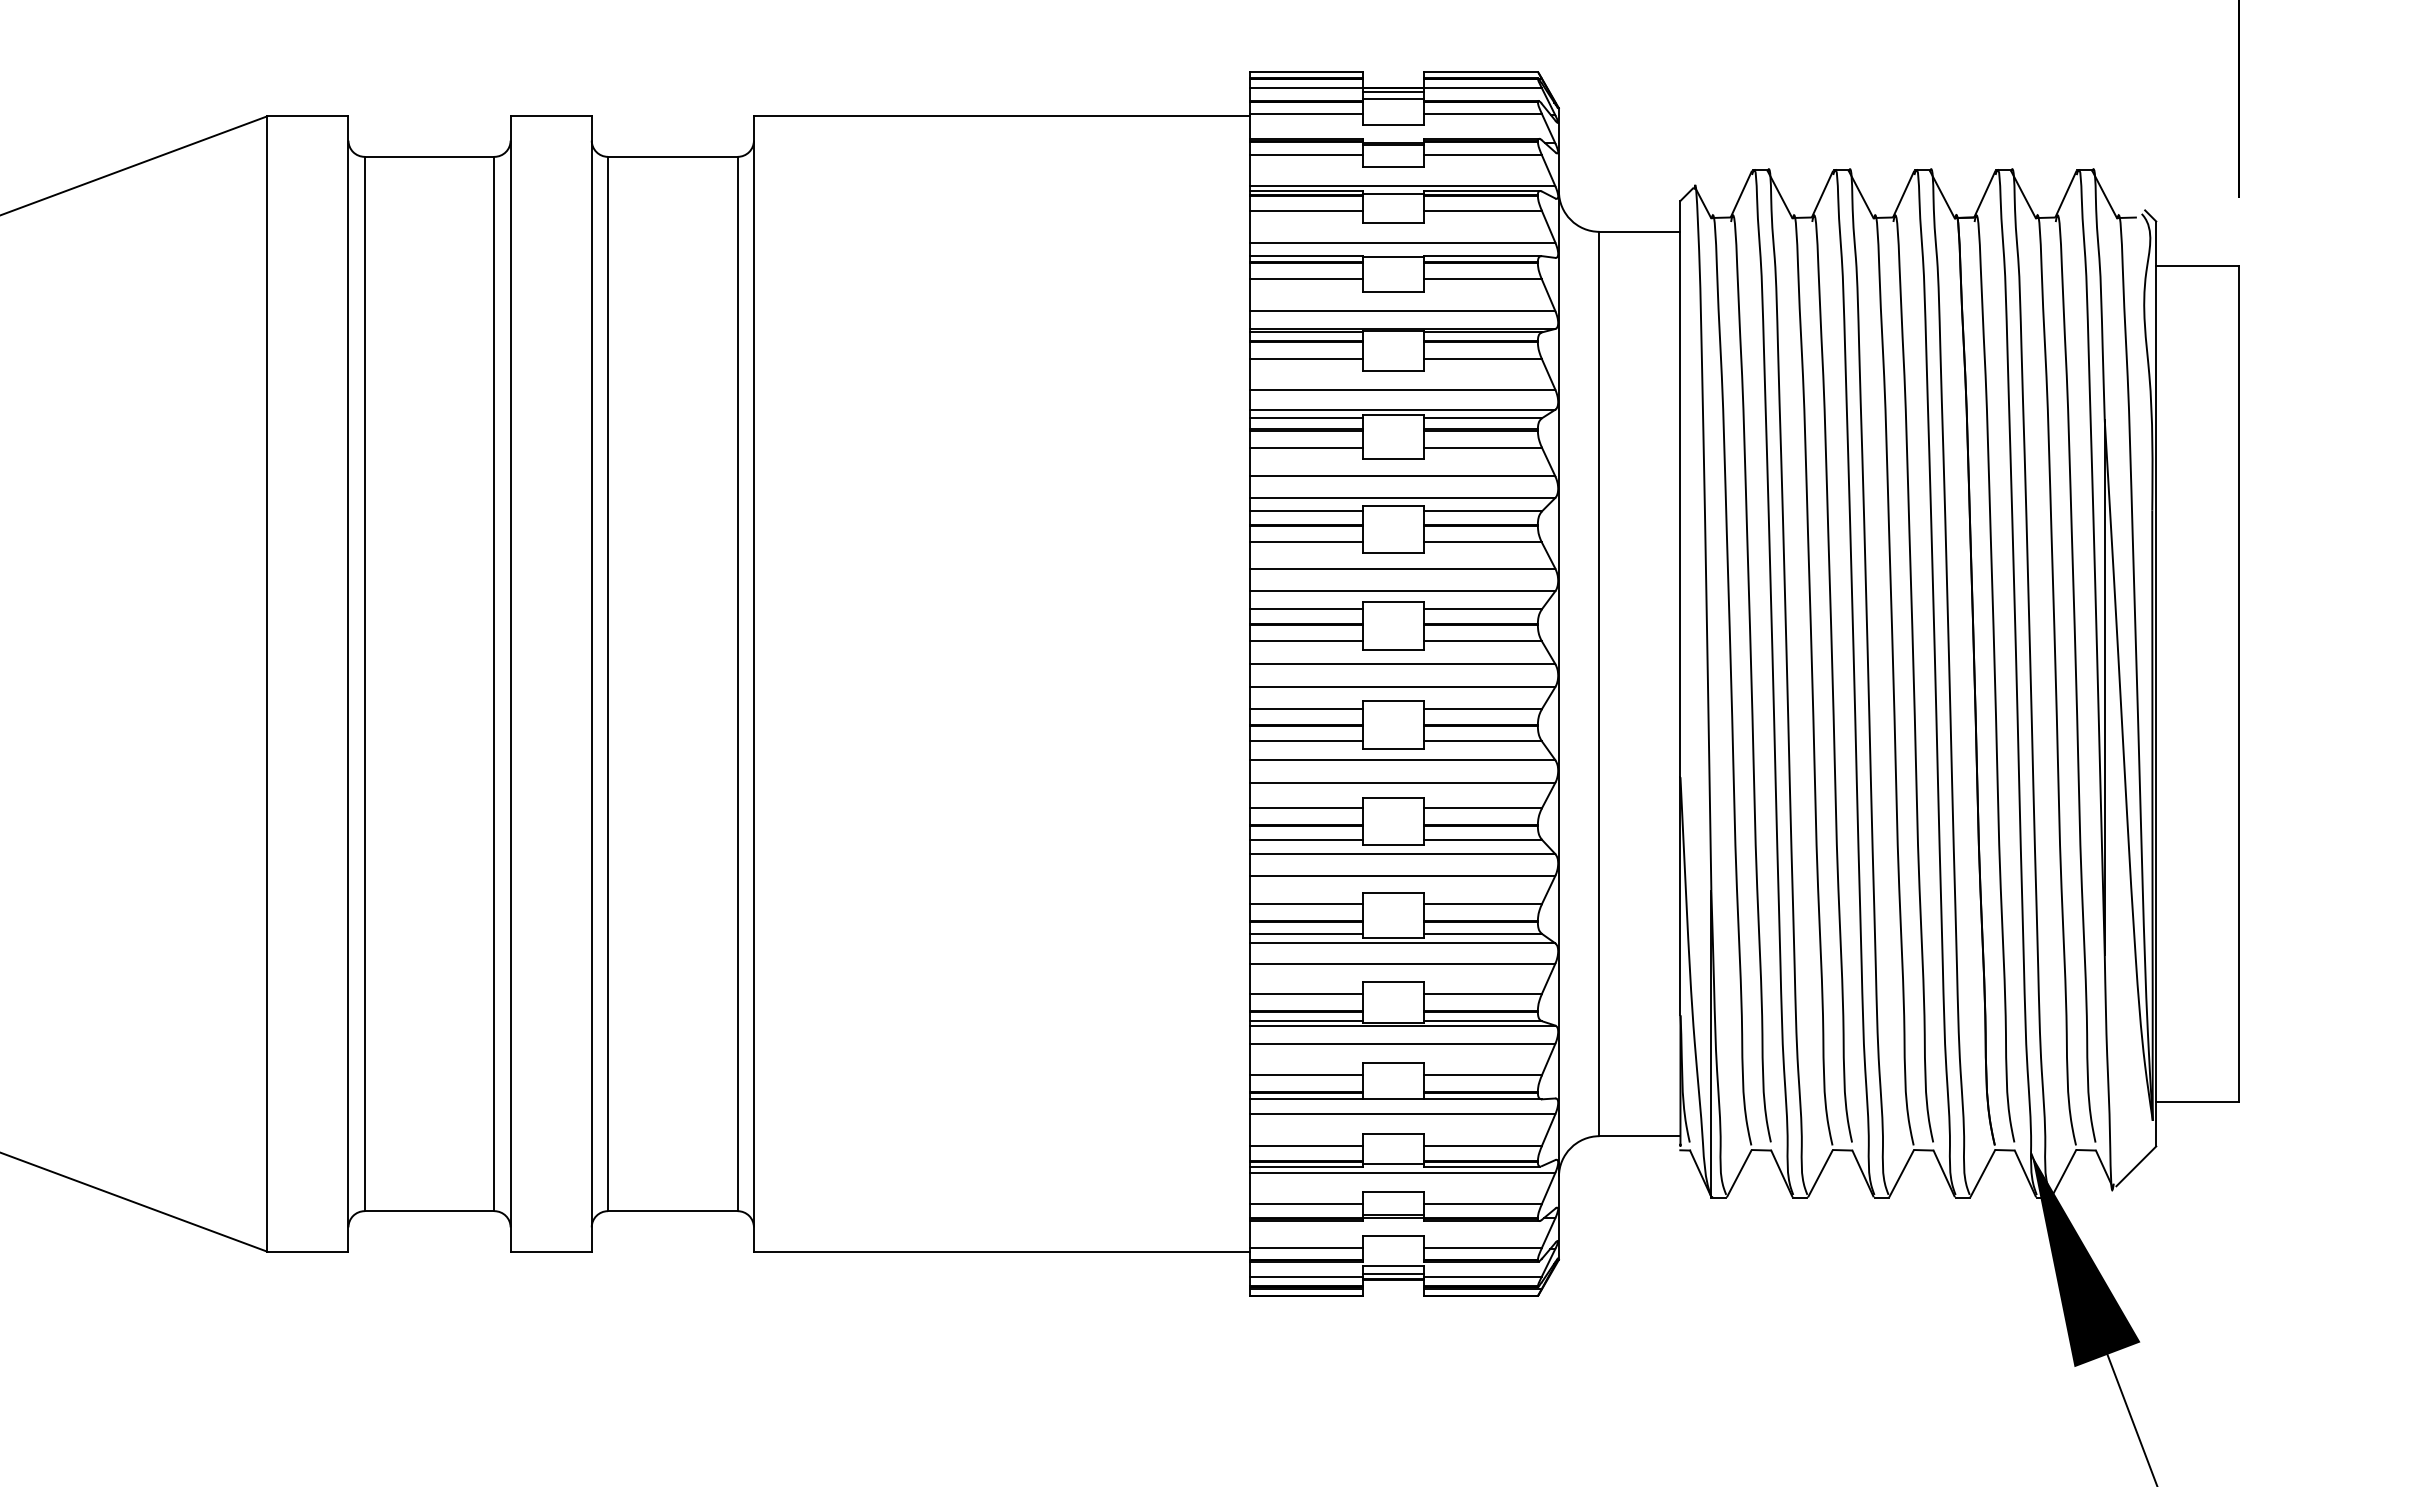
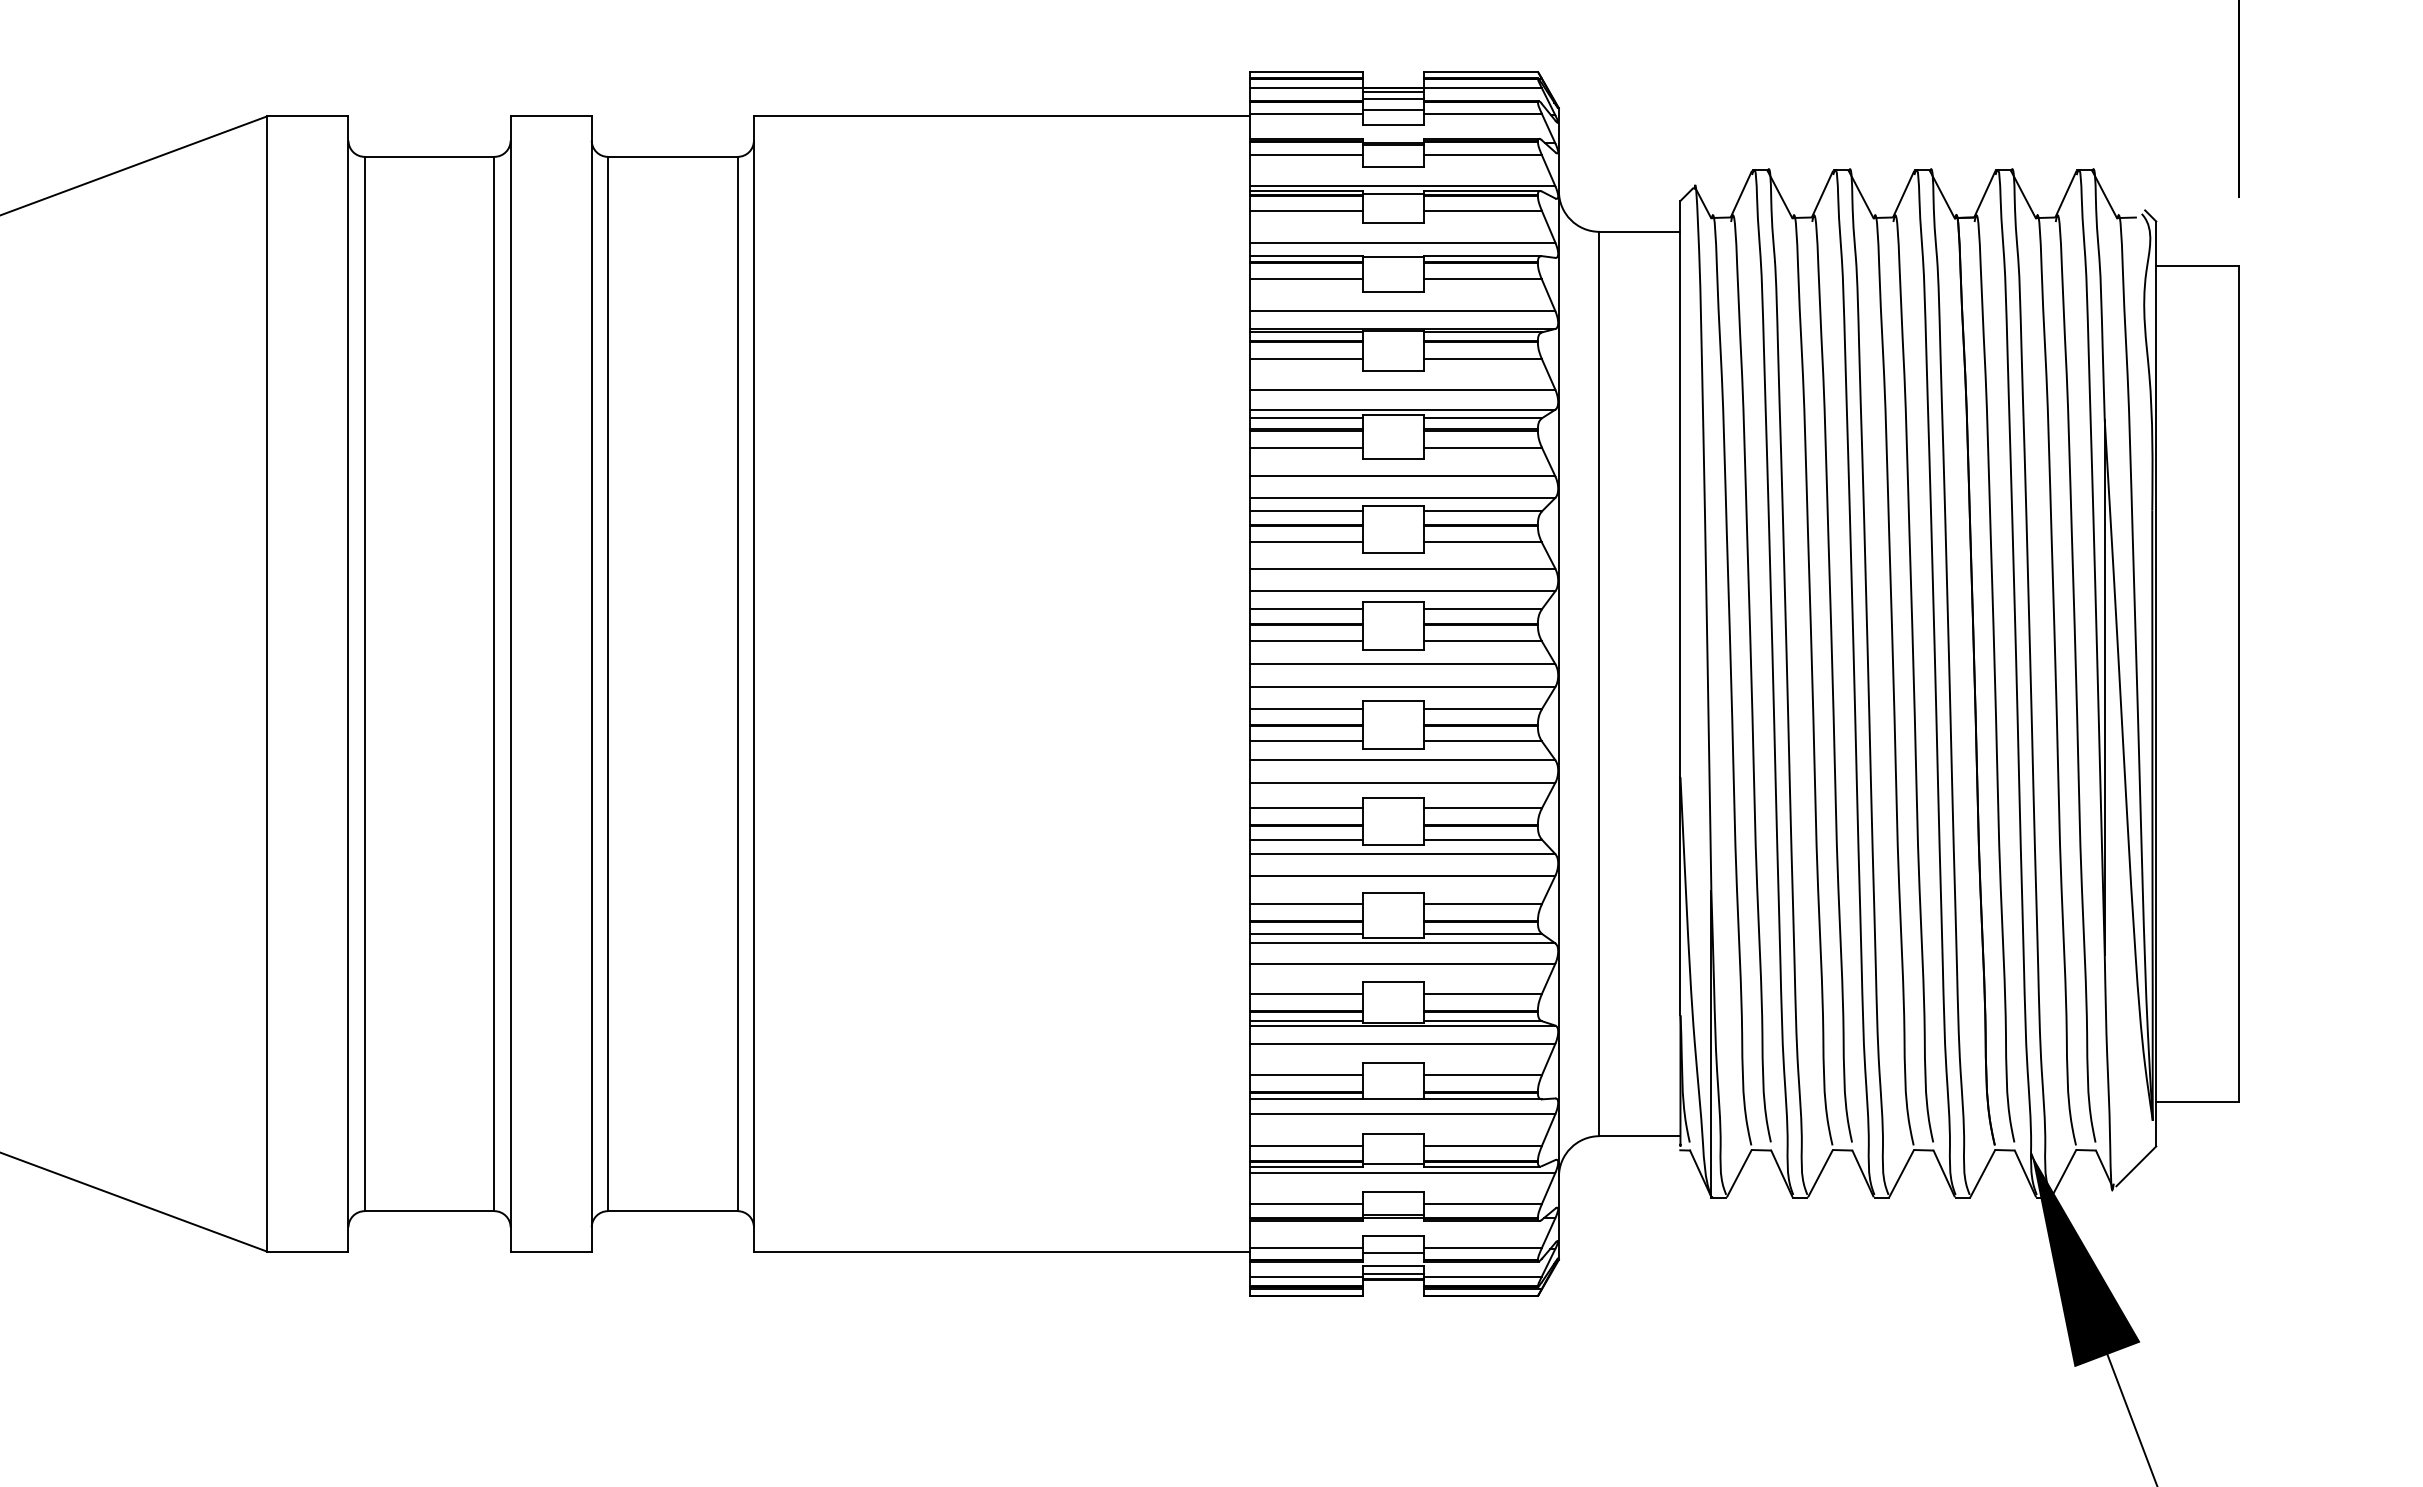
line at (1393, 110): none -> present
line at (1393, 1252): none -> present
